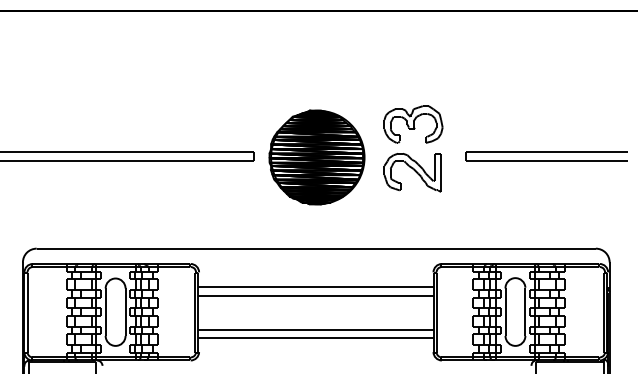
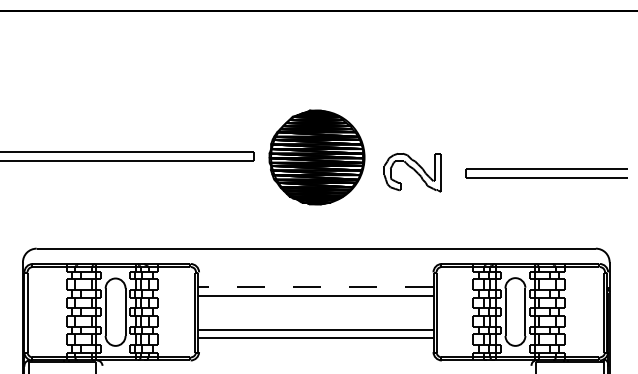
part at (413, 124): present -> none
part at (546, 156) position: (546, 156) -> (546, 173)
line at (315, 286): solid -> dashed
